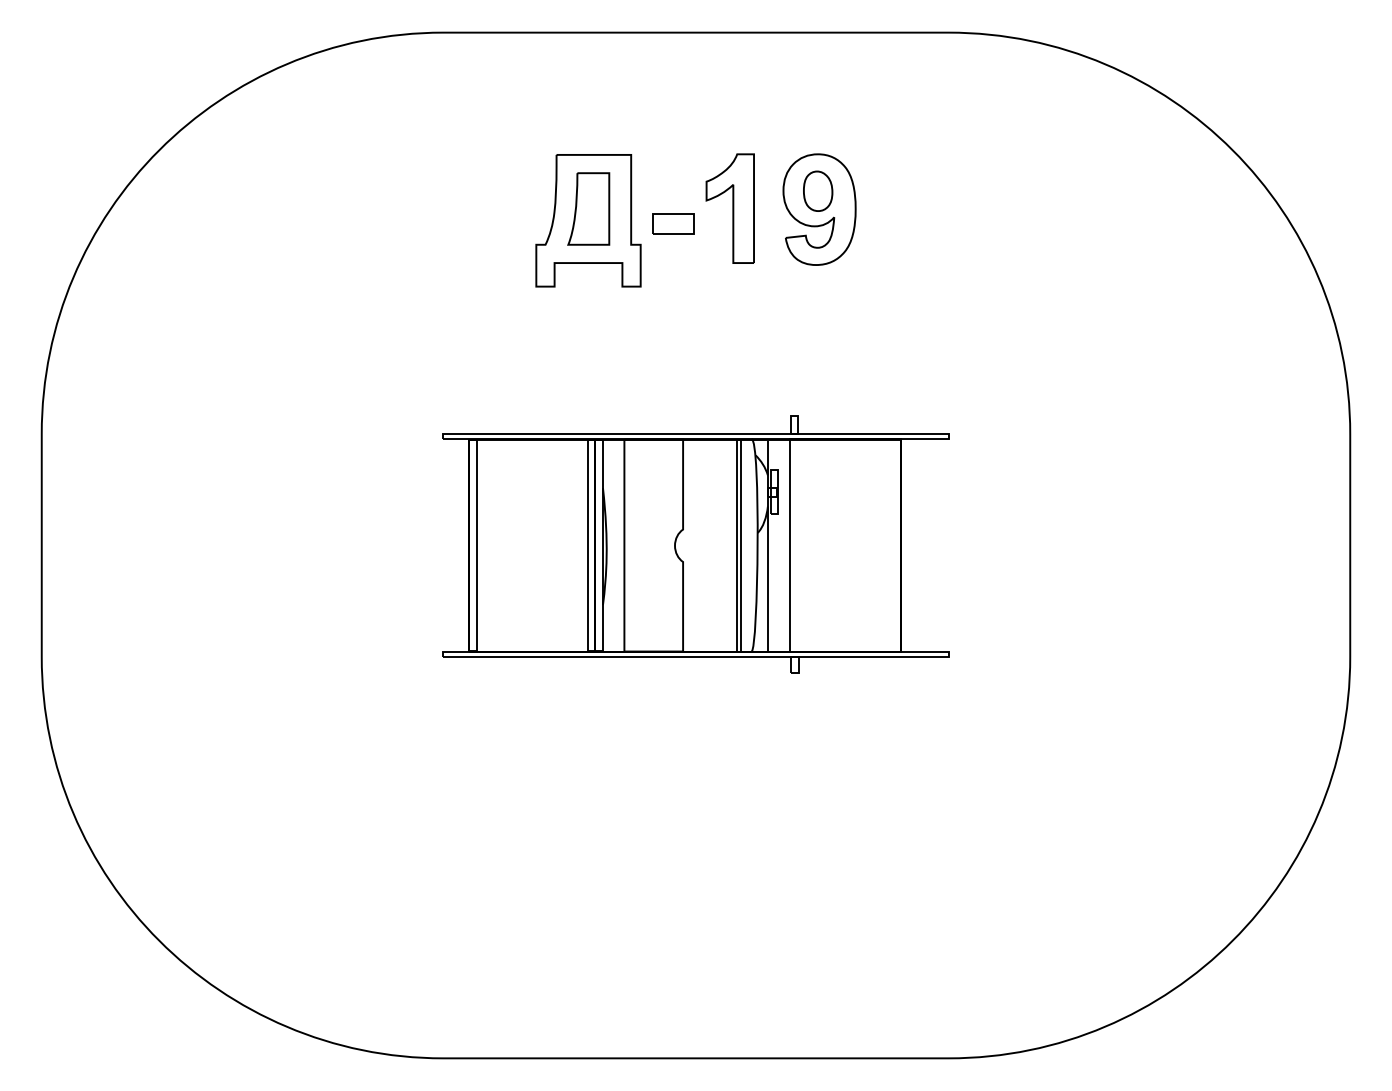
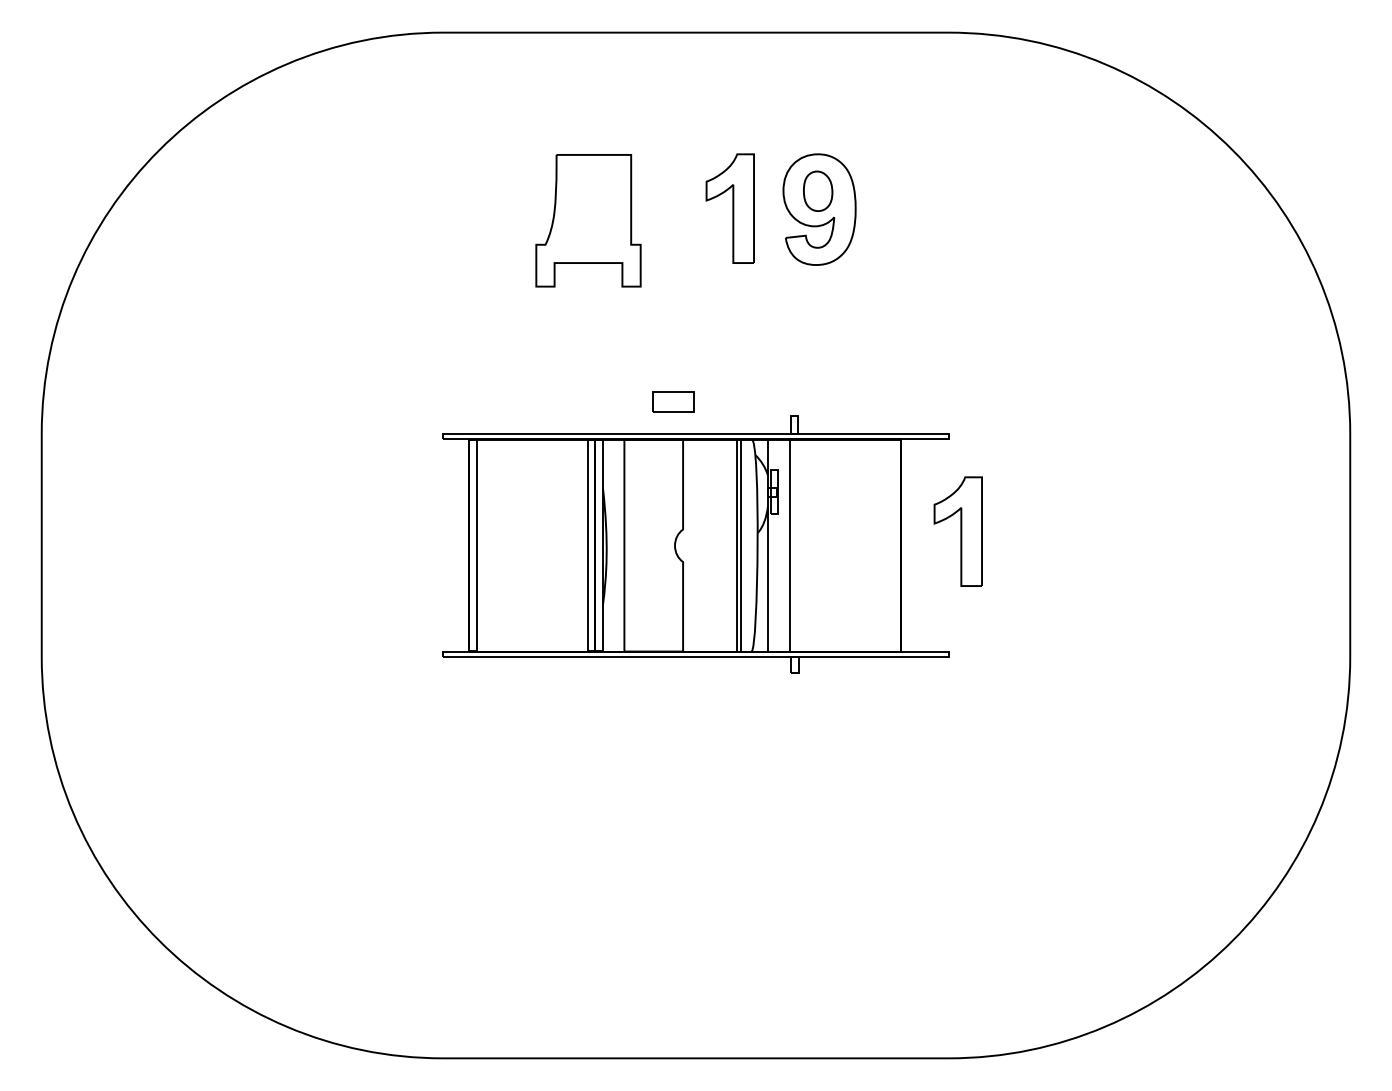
part at (588, 208): present -> none
part at (673, 223) position: (673, 223) -> (673, 401)
part at (957, 531): none -> present
